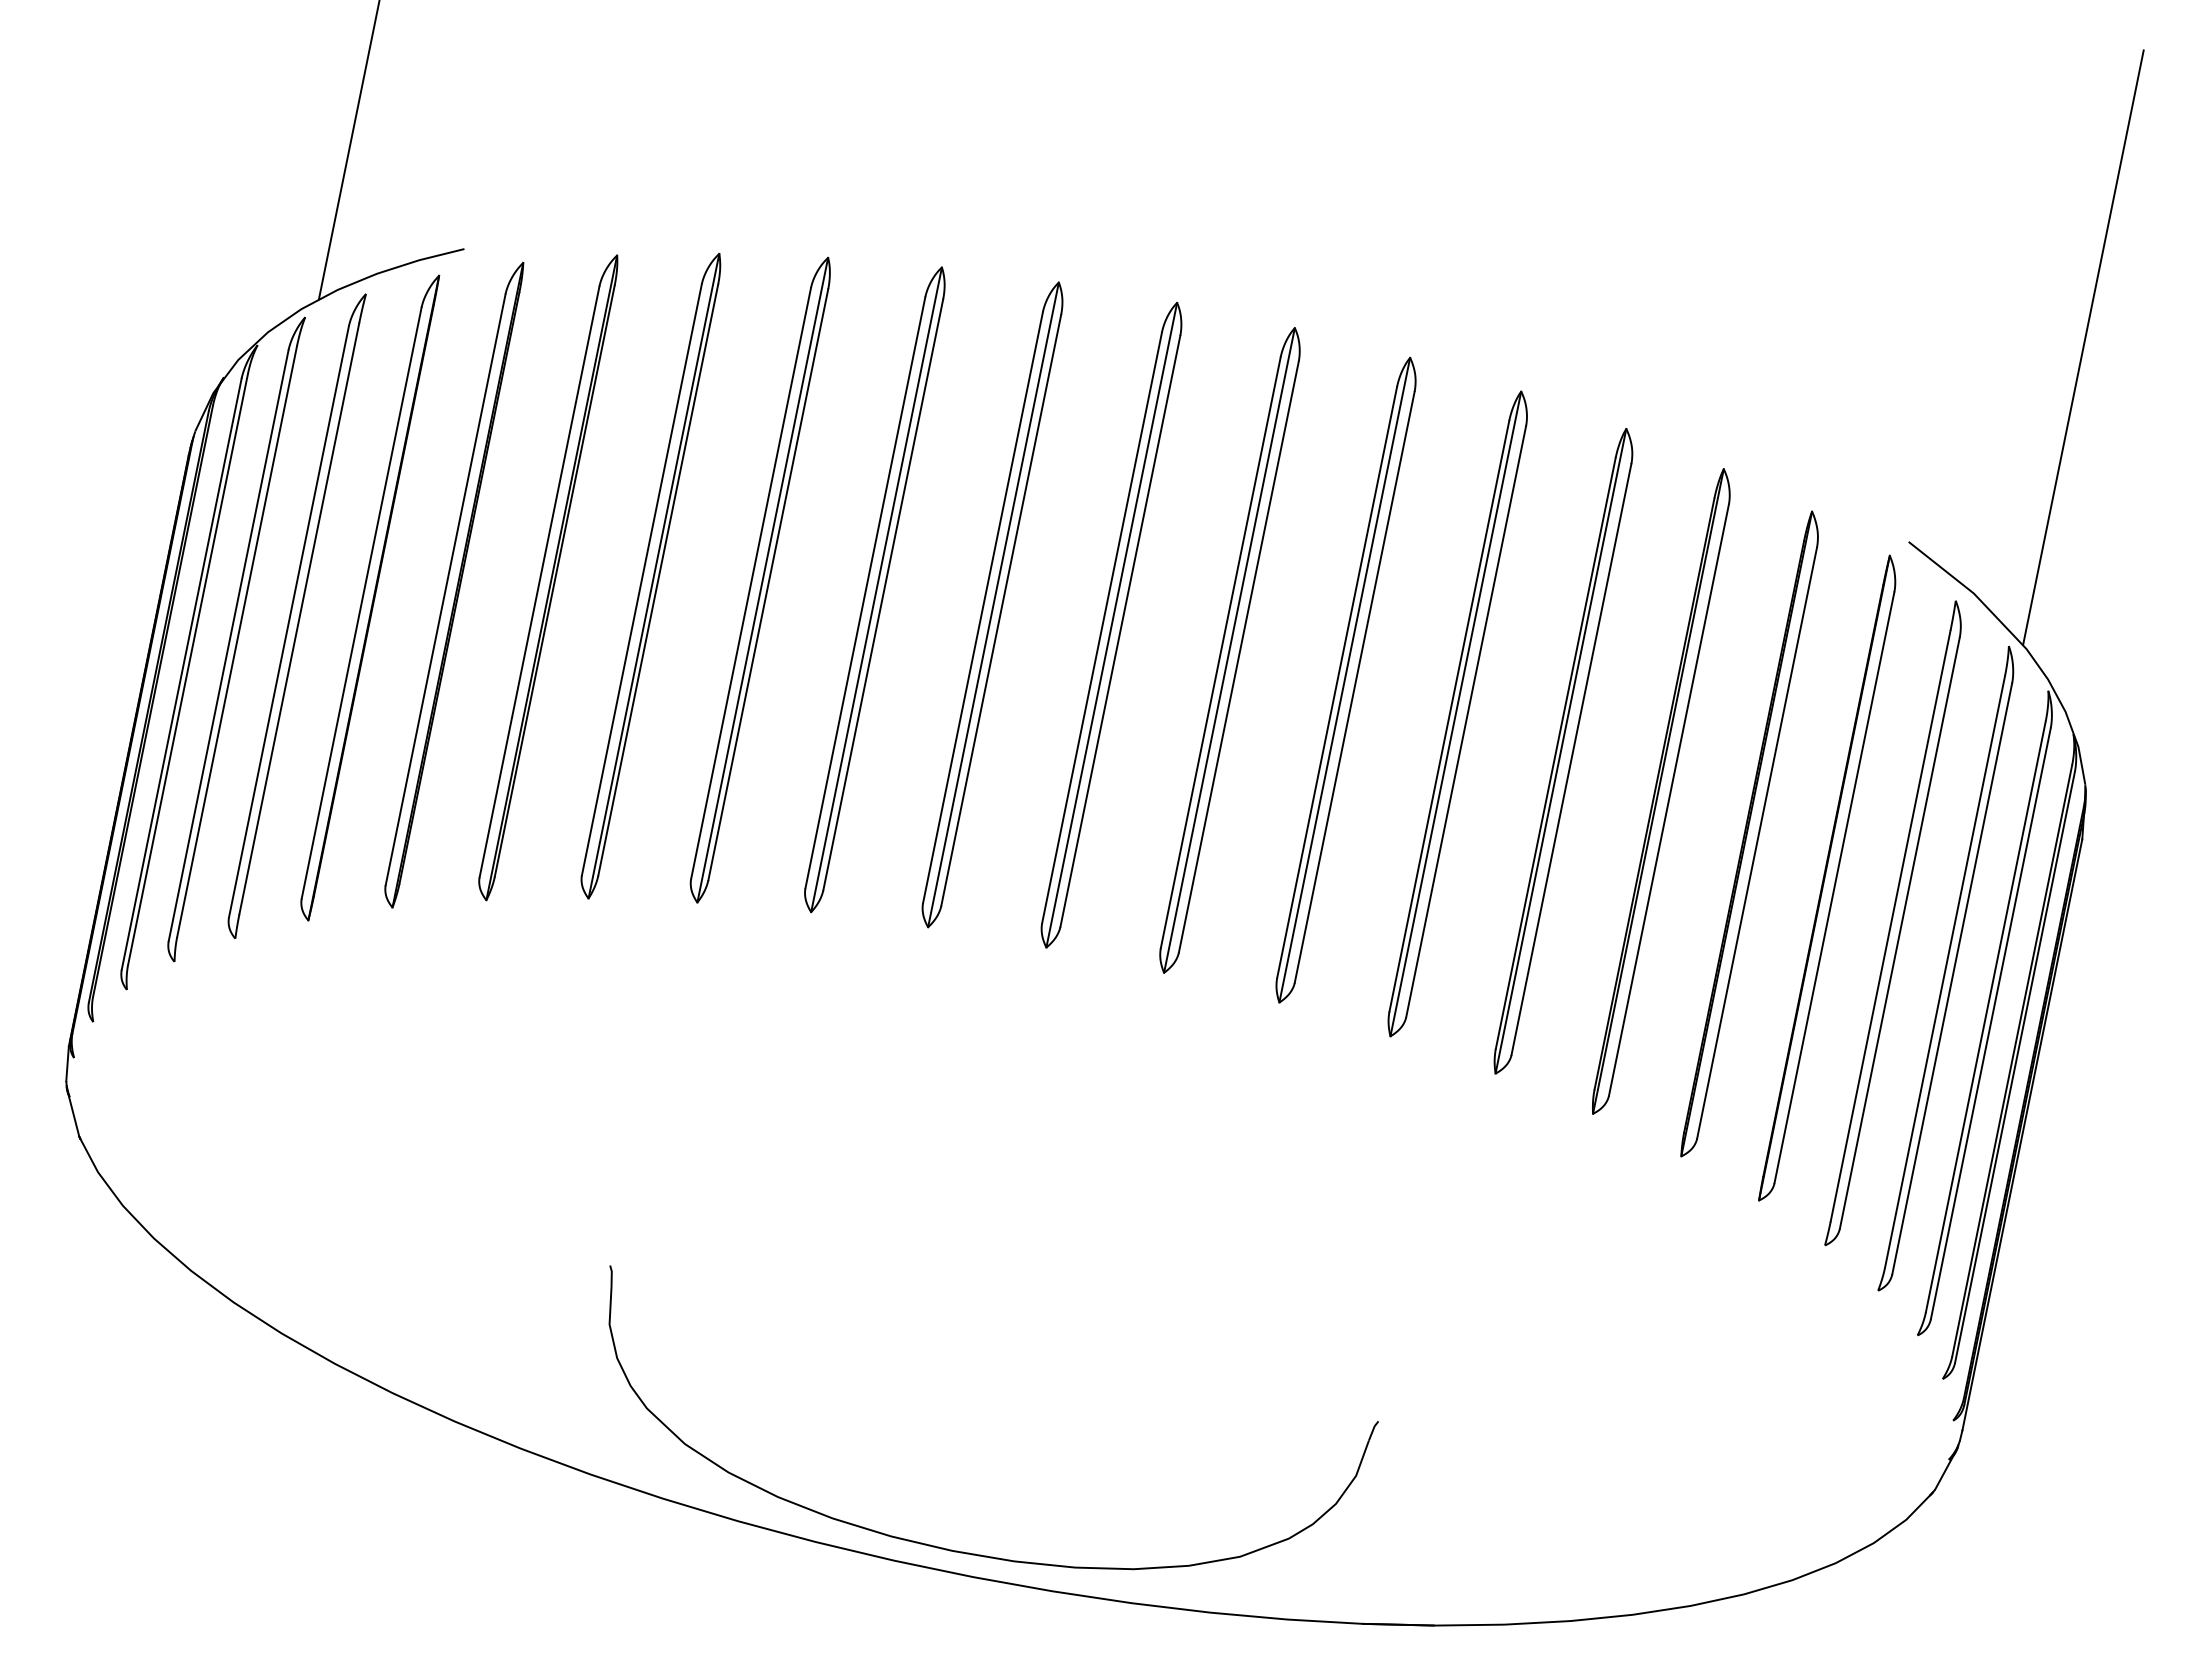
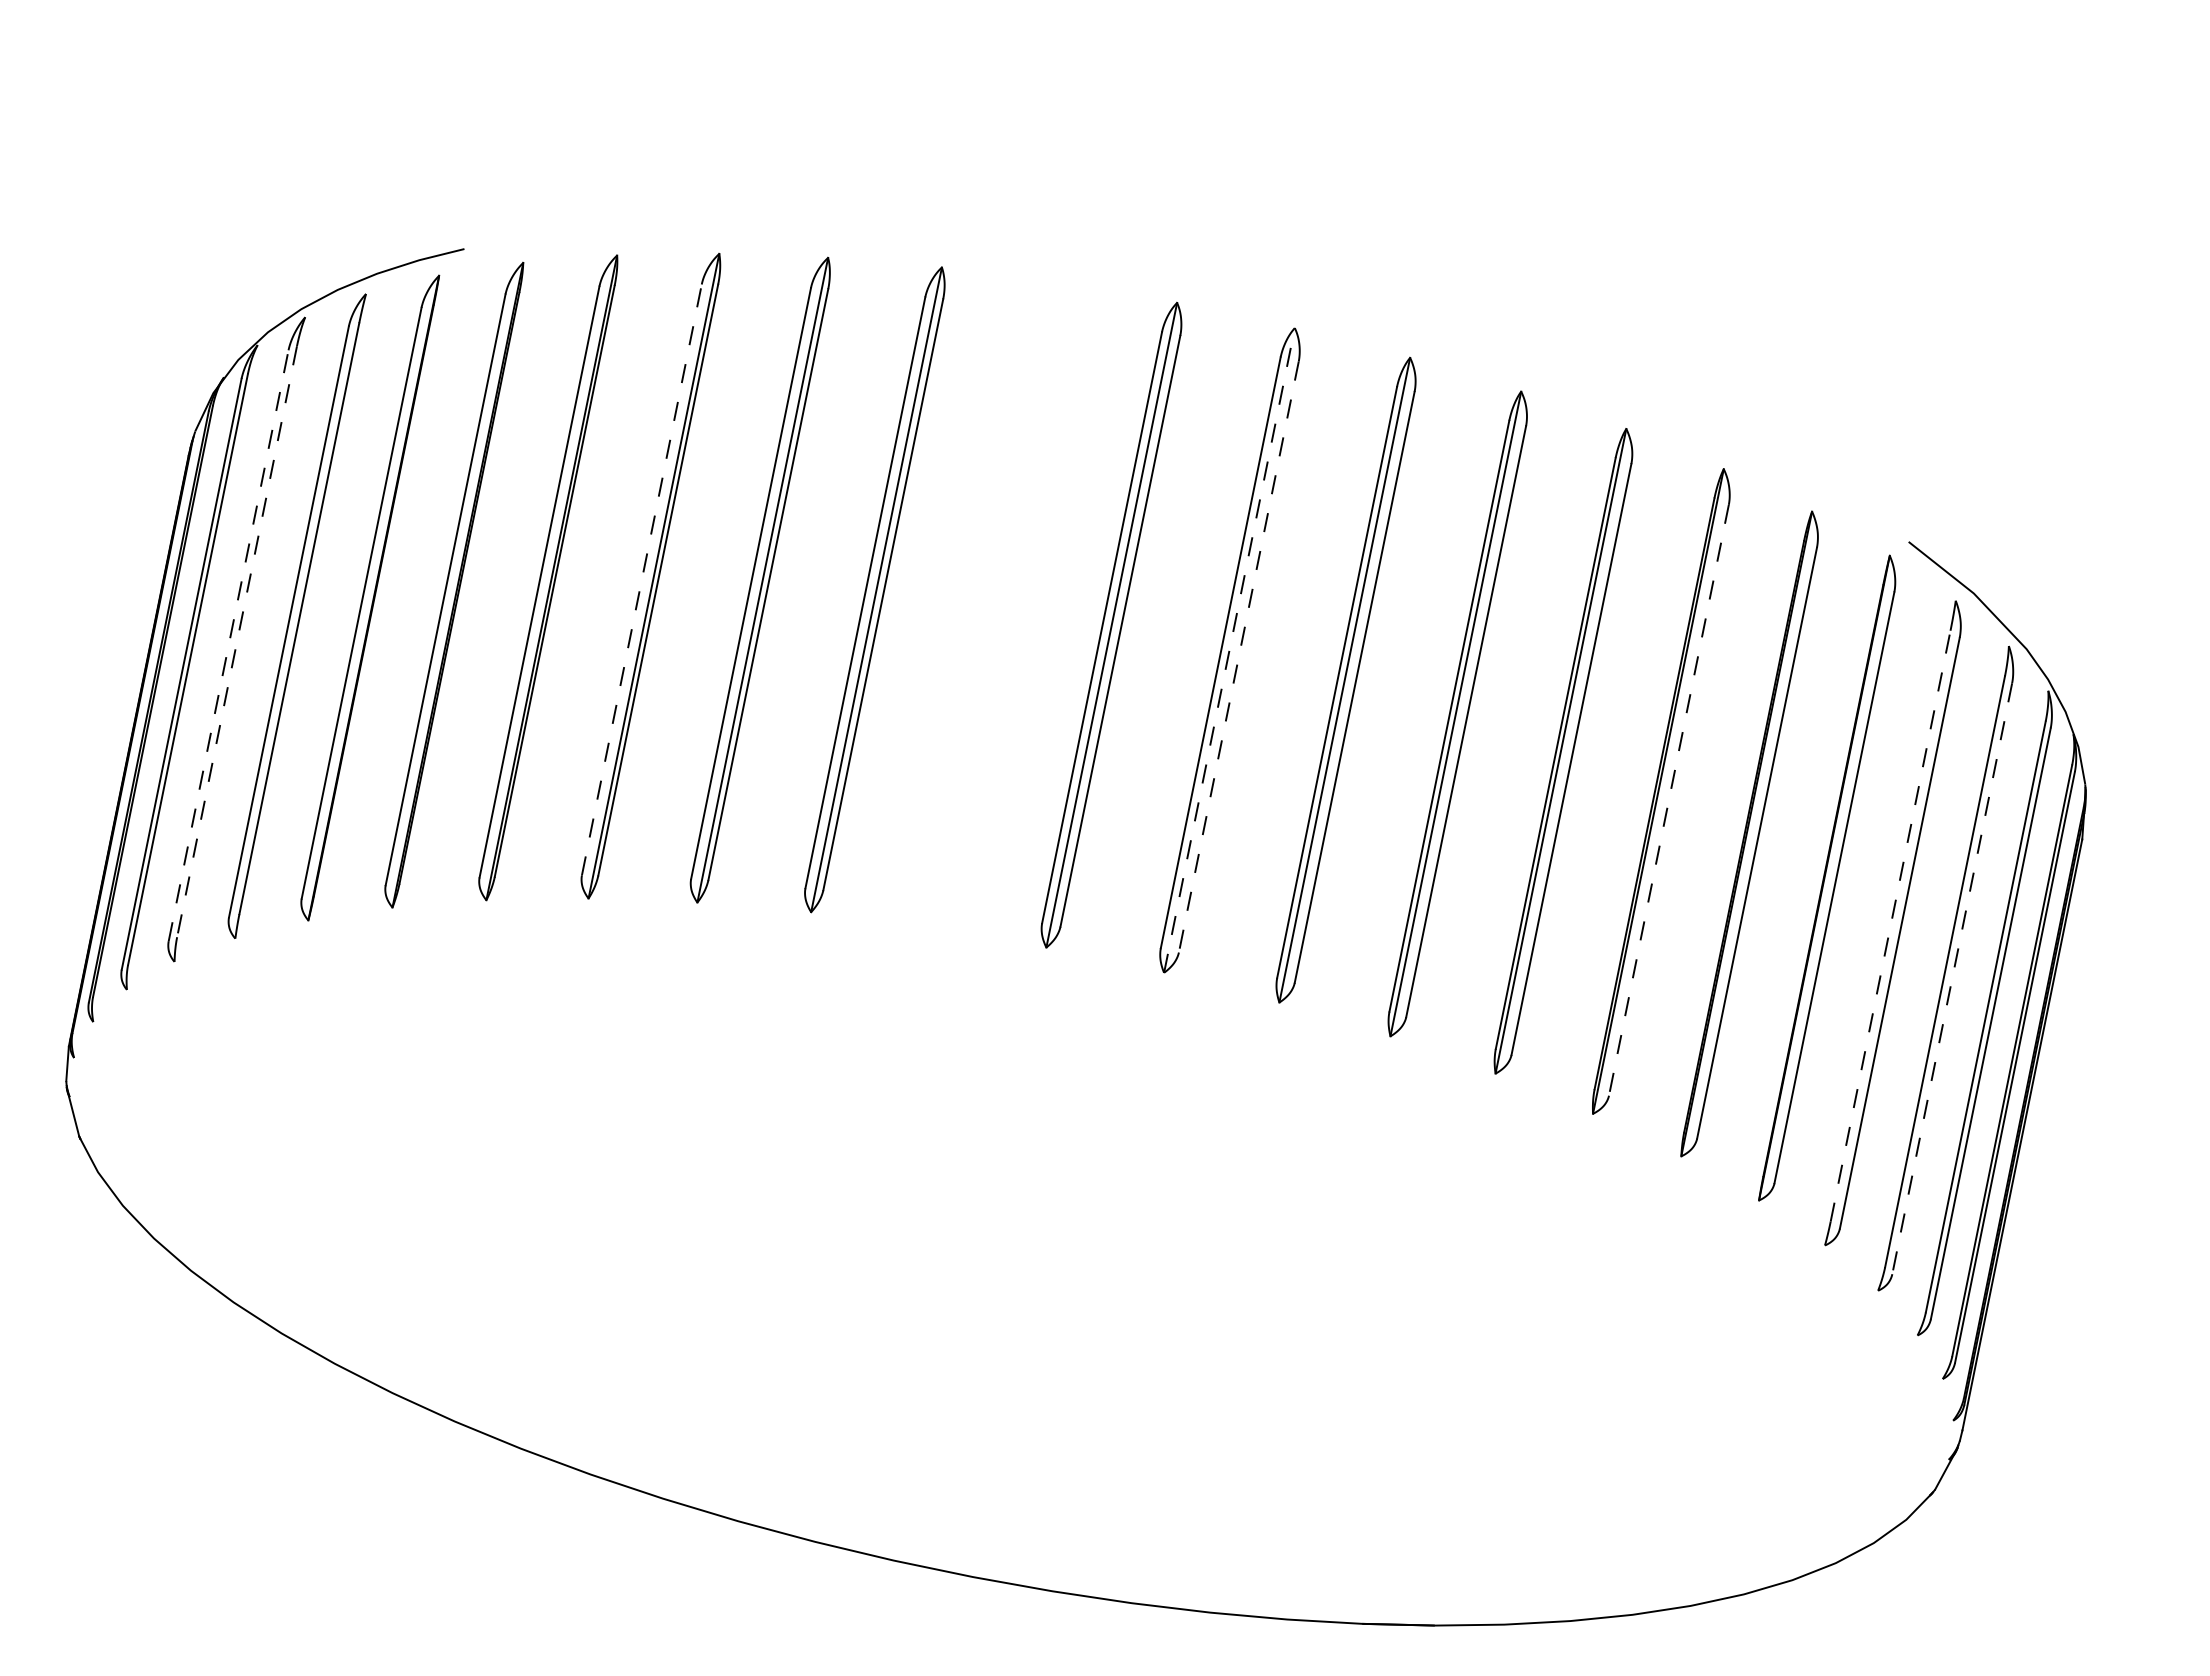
line at (348, 150): present -> none
line at (2083, 347): present -> none
line at (641, 579): solid -> dashed
part at (992, 604): present -> none
line at (236, 642): solid -> dashed
line at (228, 645): solid -> dashed
line at (1229, 650): solid -> dashed
line at (1238, 657): solid -> dashed
line at (1668, 800): solid -> dashed
line at (1890, 925): solid -> dashed
line at (1952, 979): solid -> dashed
part at (969, 1552): present -> none
